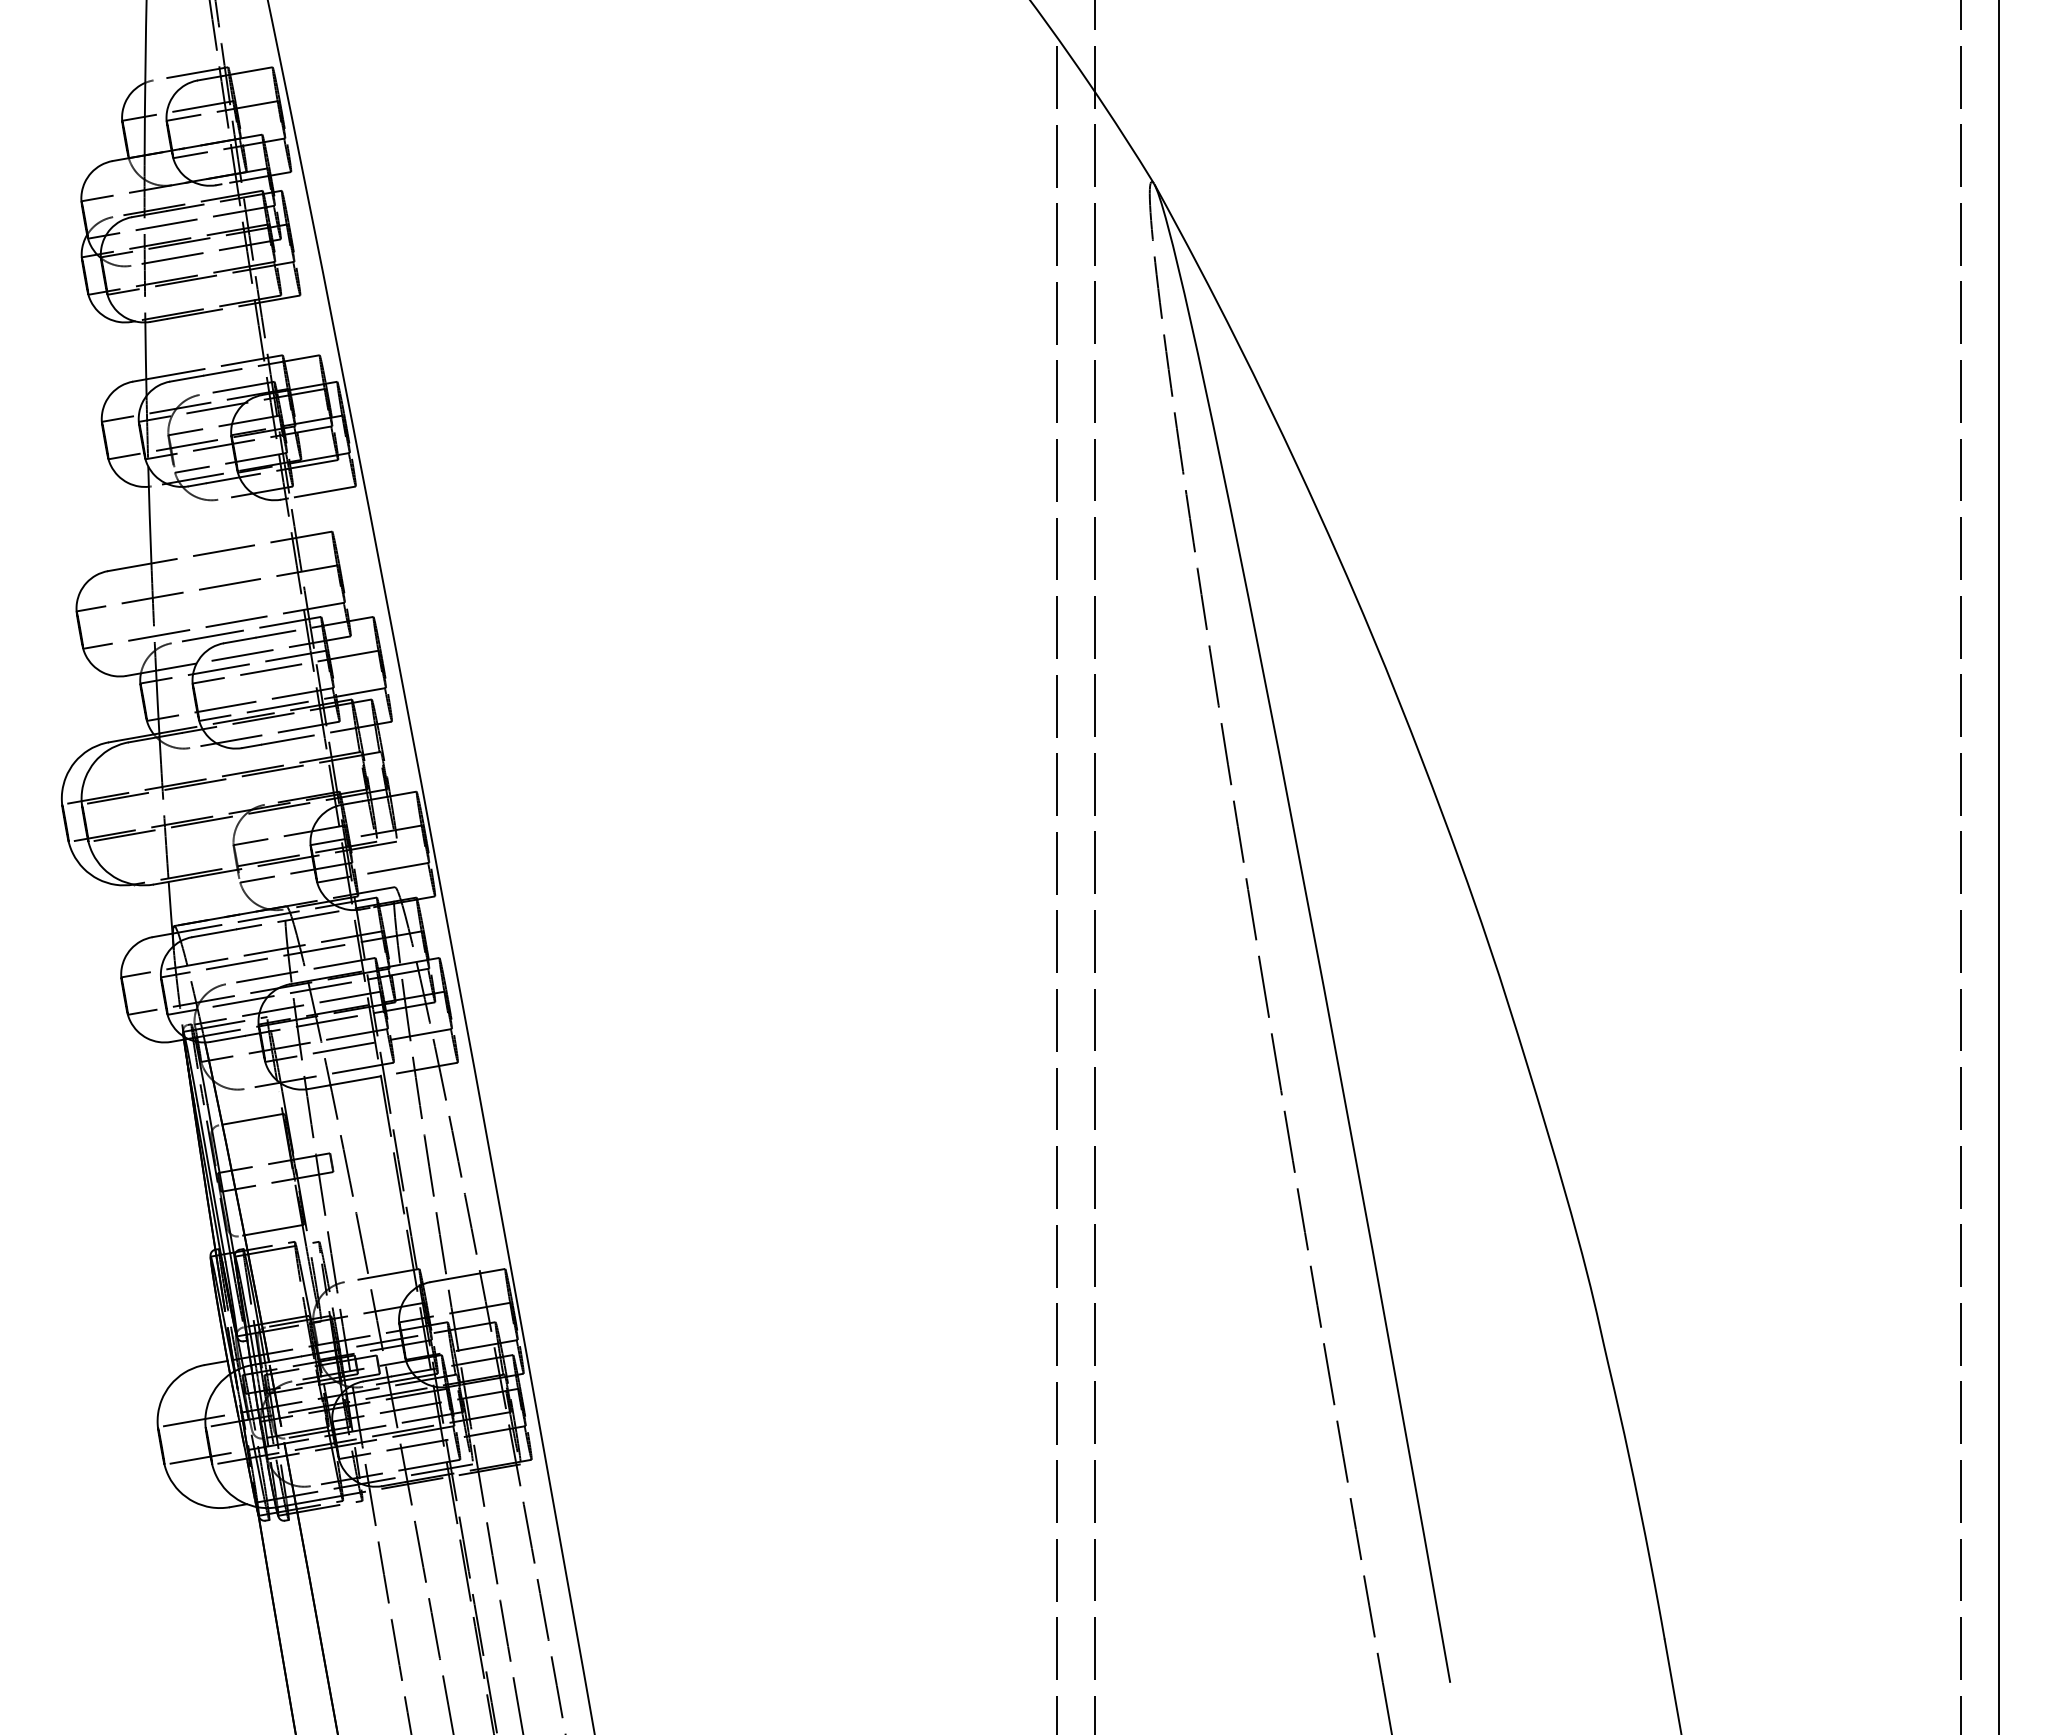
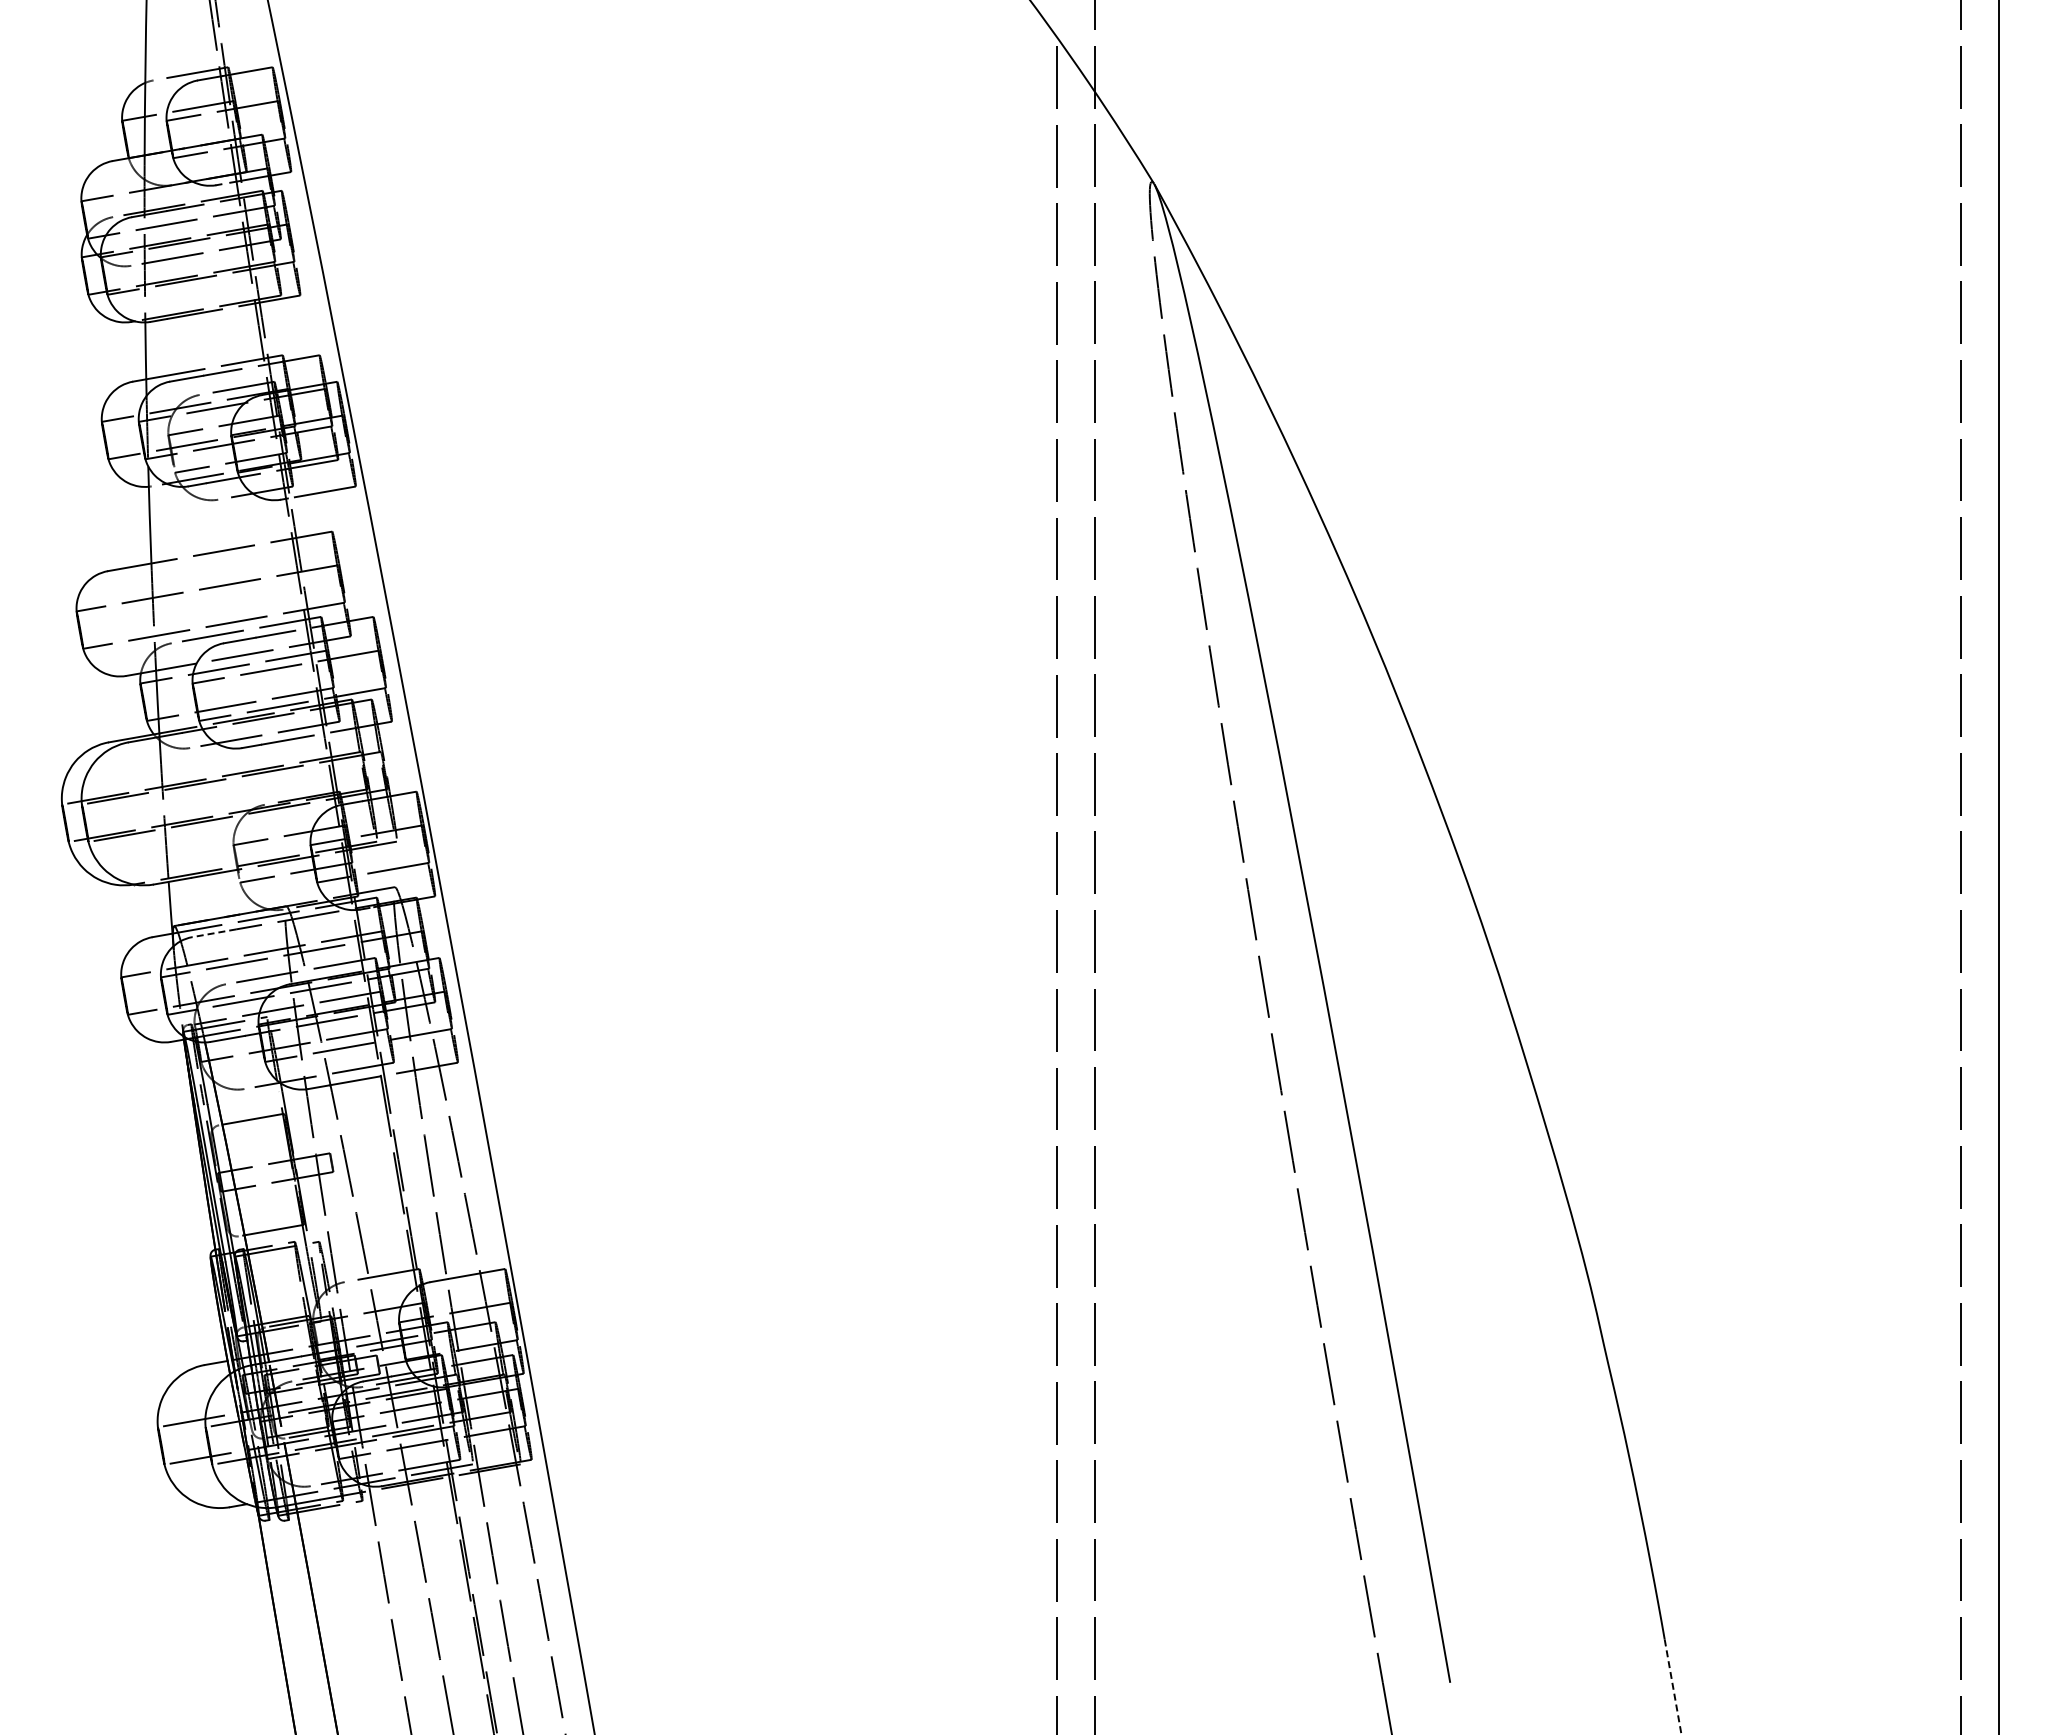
line at (213, 933): solid -> dashed
line at (1673, 1687): solid -> dashed
